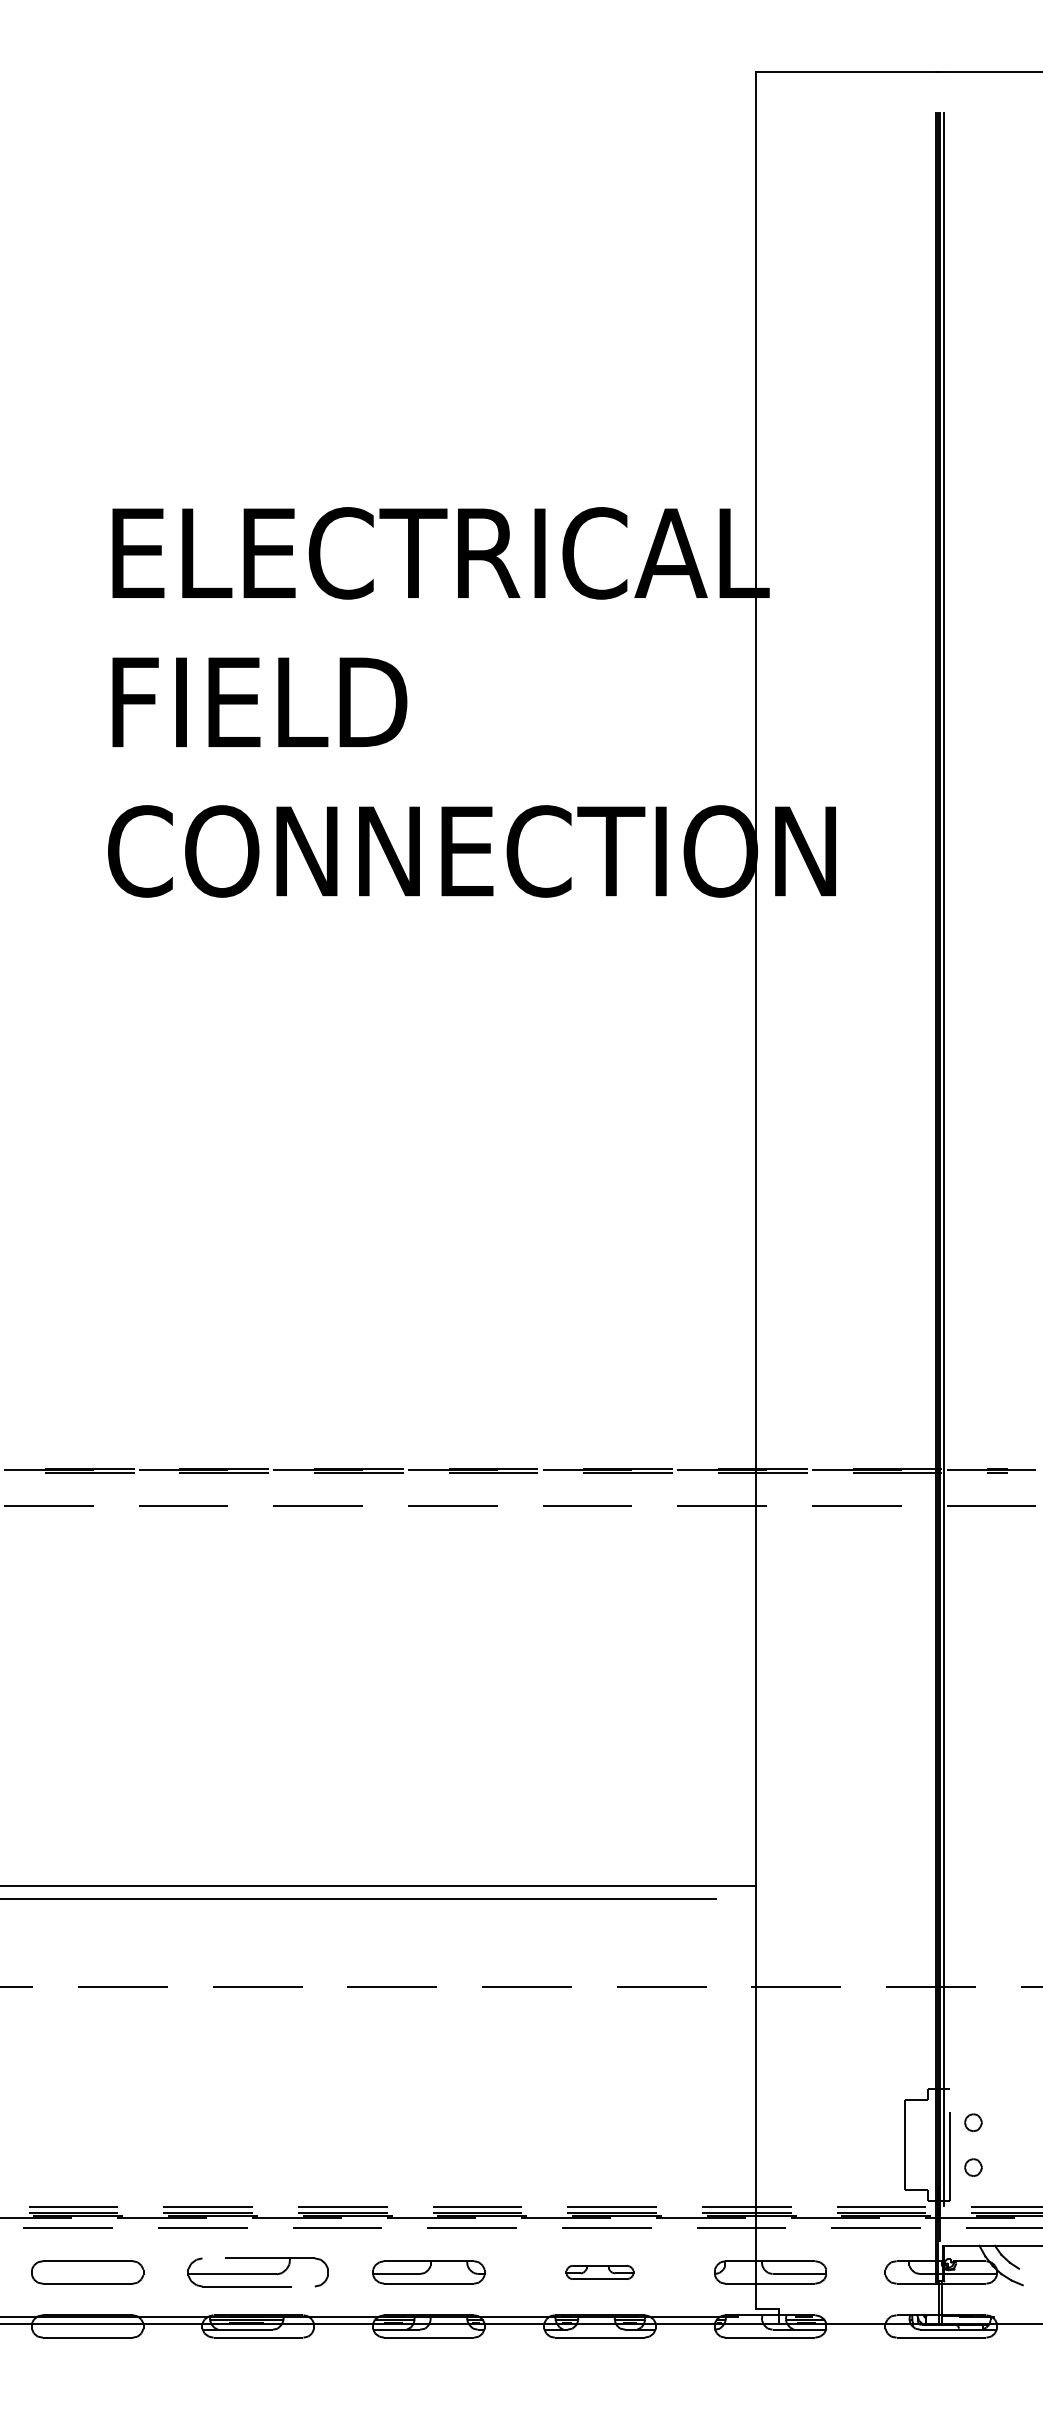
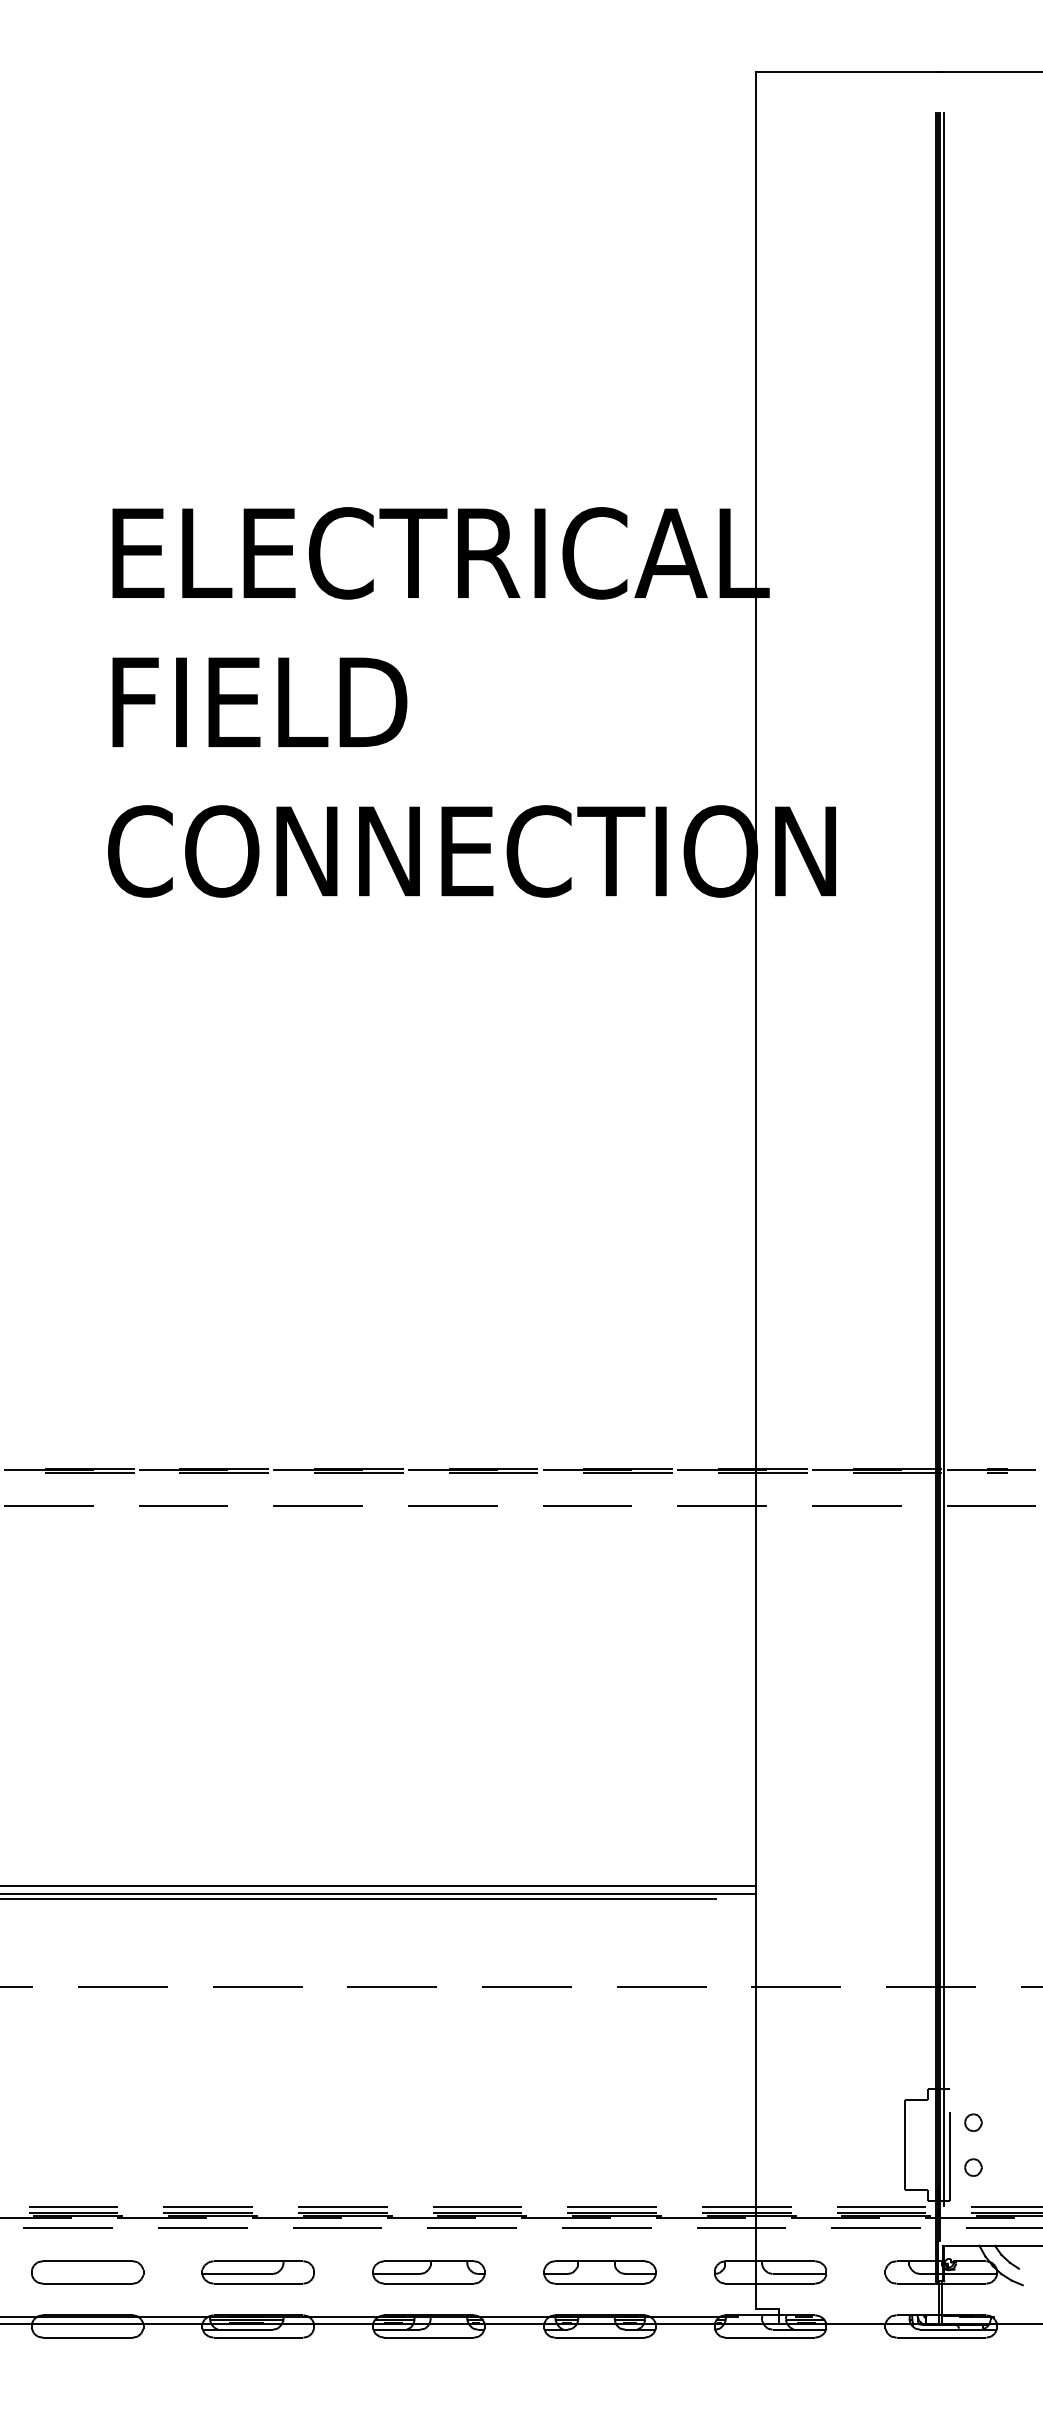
line at (379, 1894): none -> present
part at (257, 2272) size: 142x31 px -> 114x25 px
part at (599, 2272) size: 70x15 px -> 114x25 px
